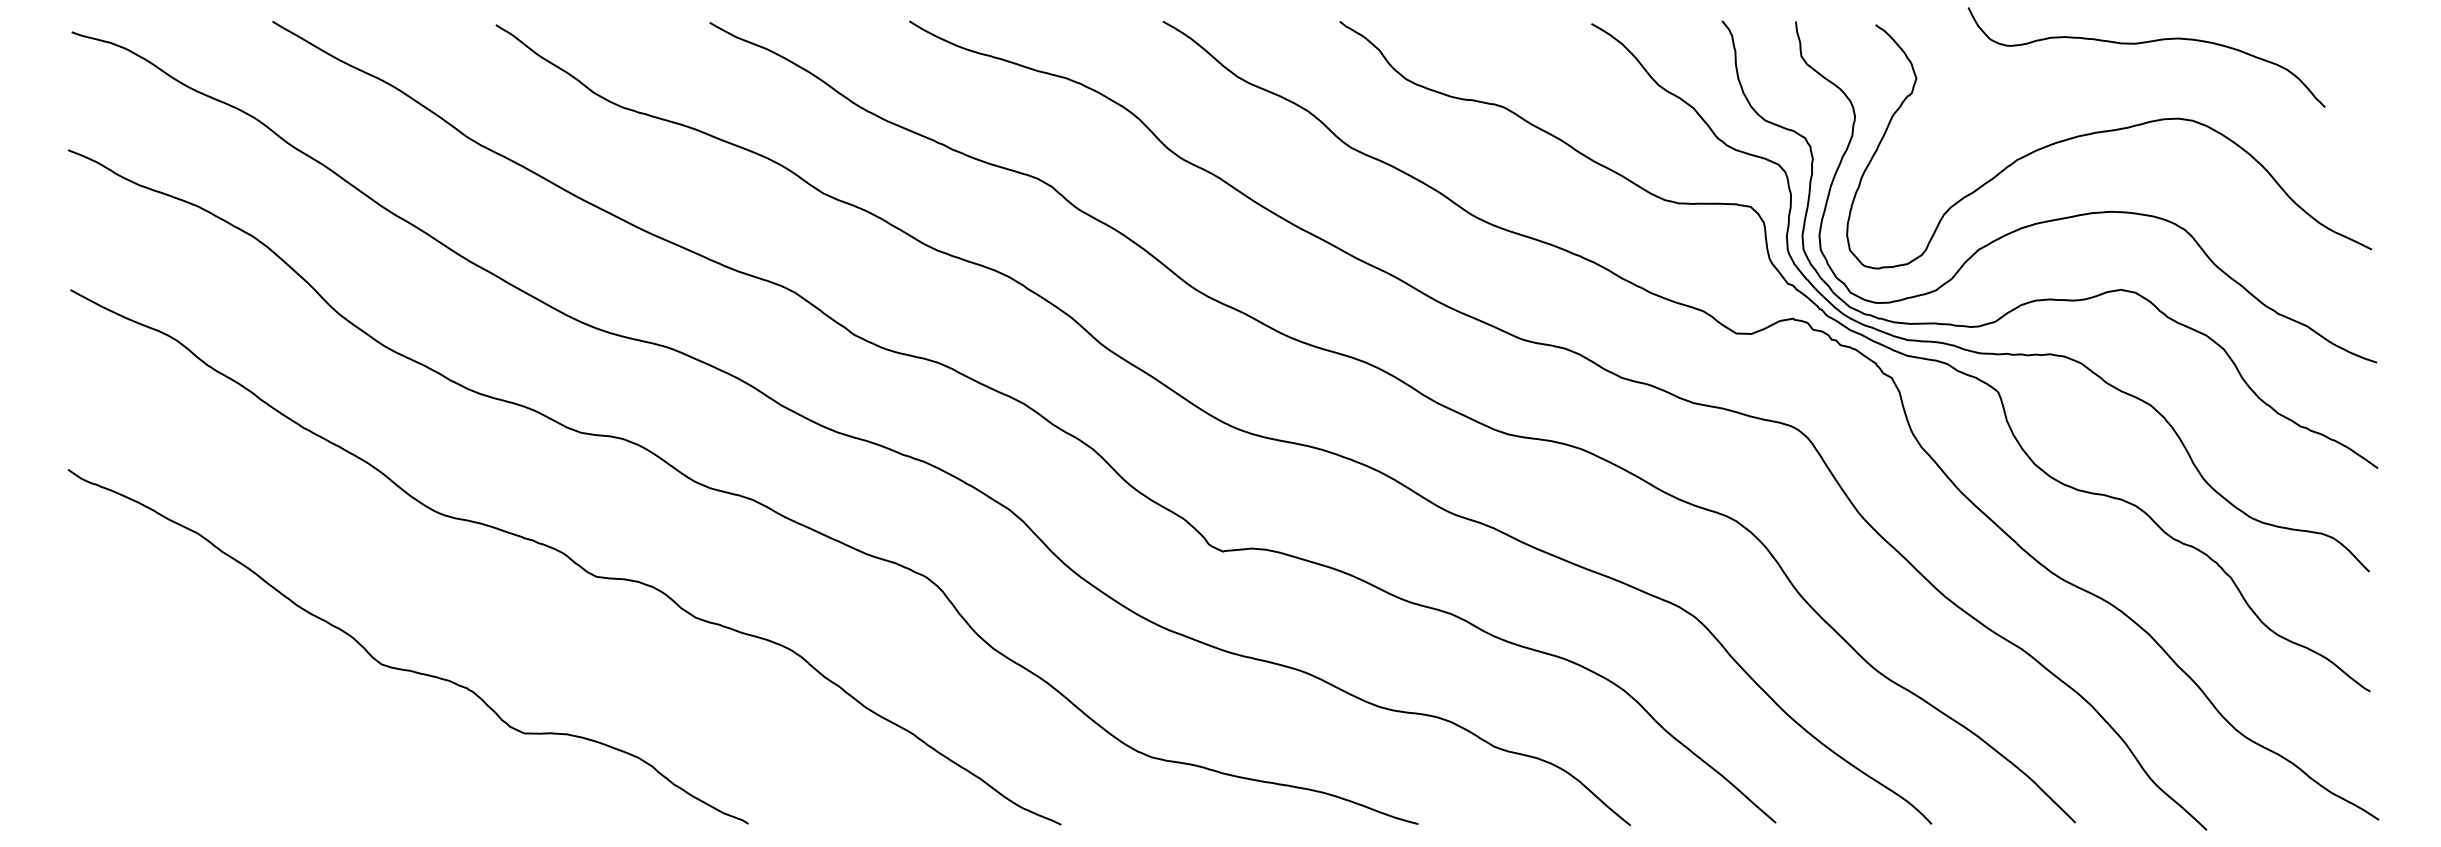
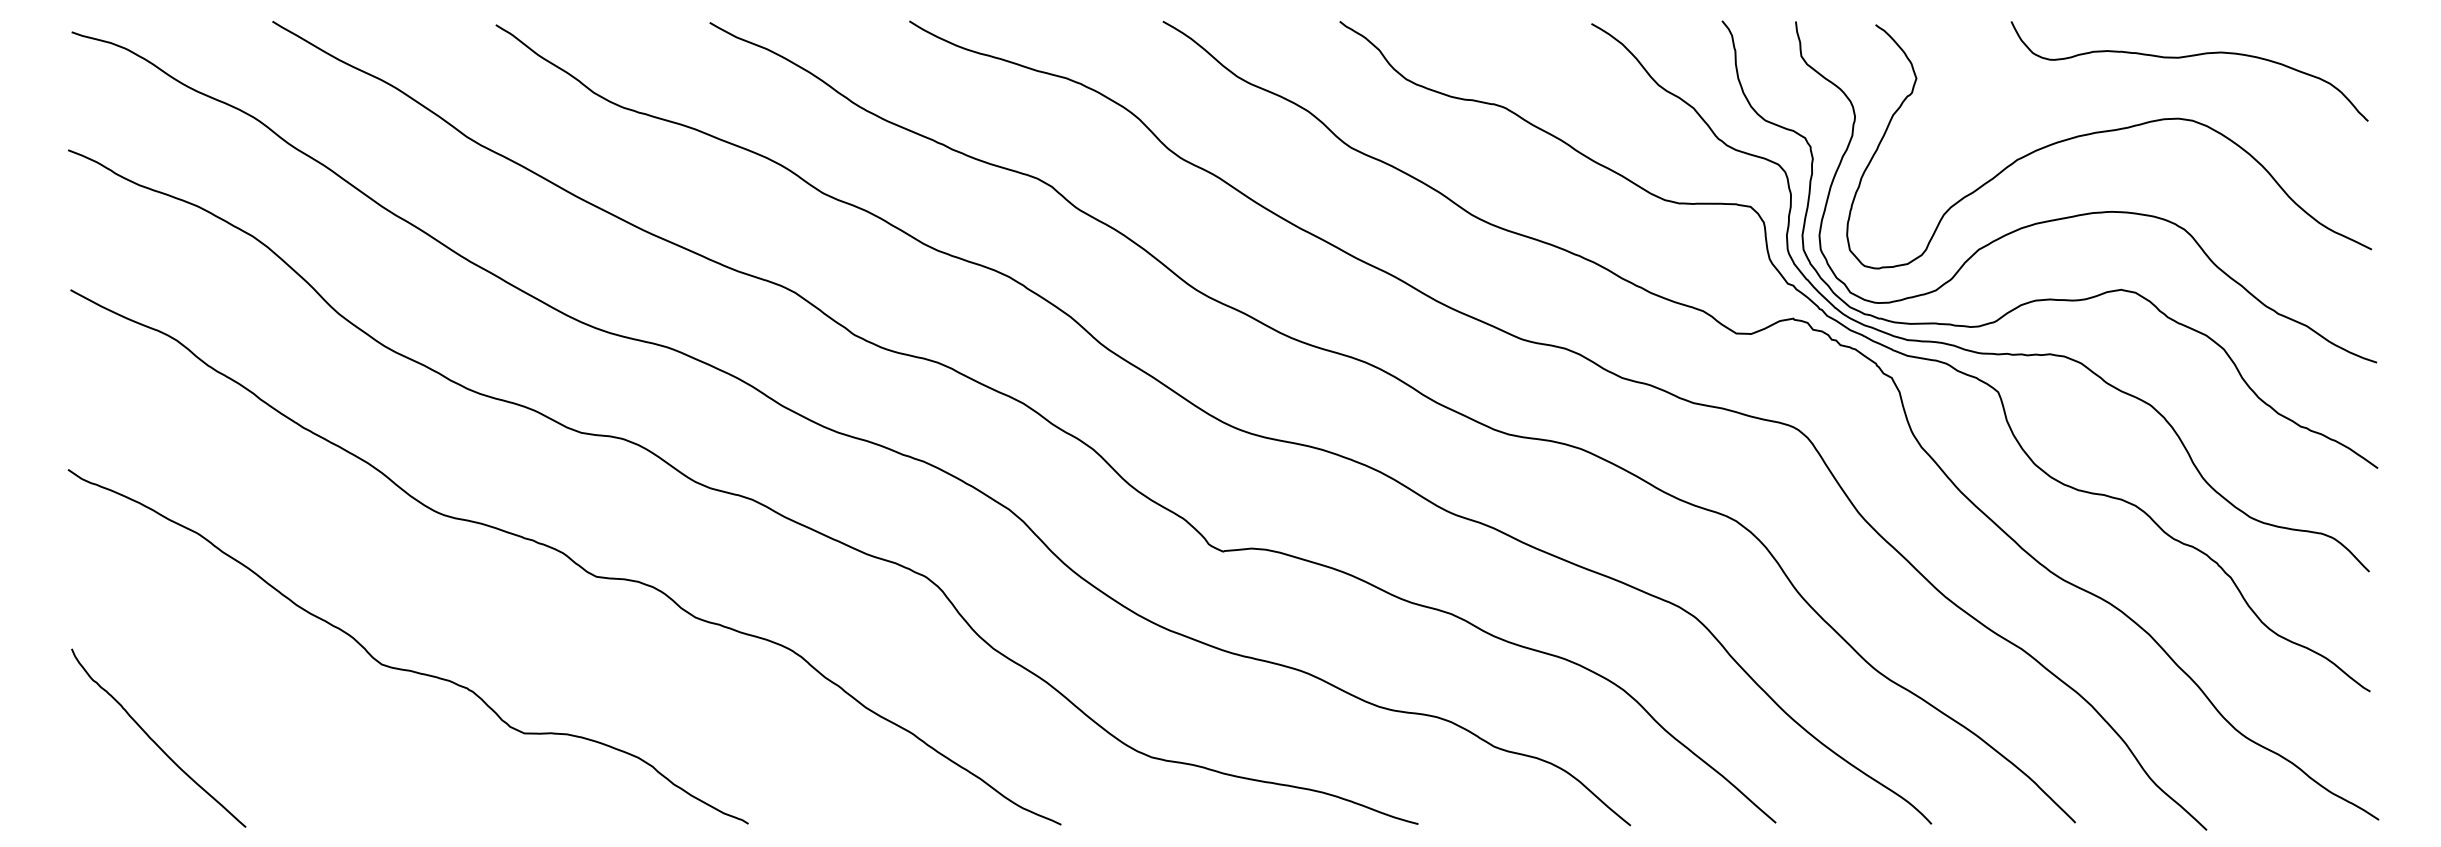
curve at (2145, 43) position: (2145, 43) -> (2188, 57)
curve at (154, 740): none -> present
